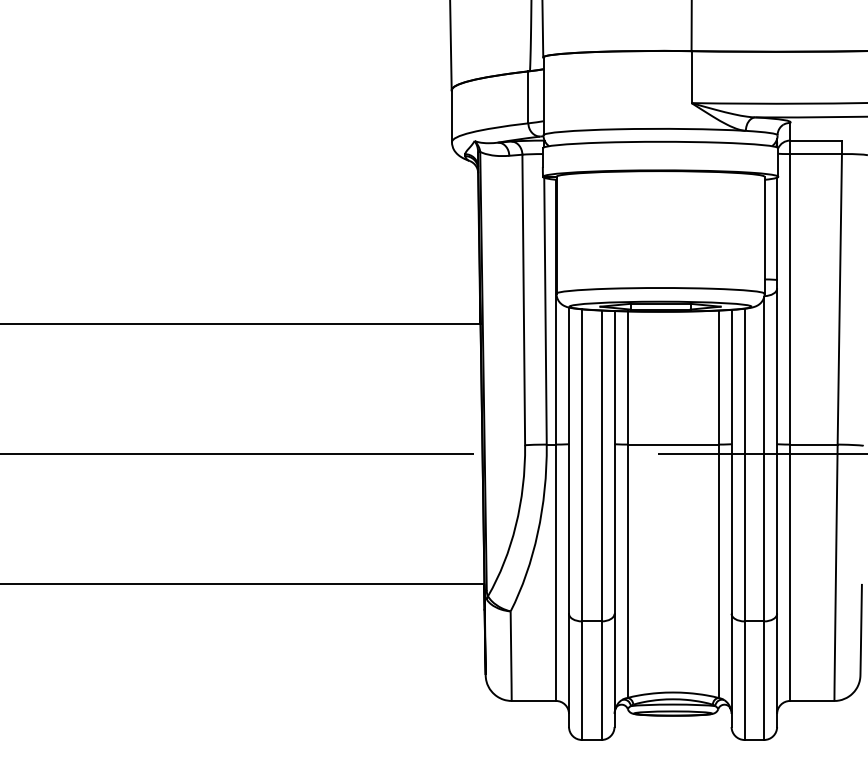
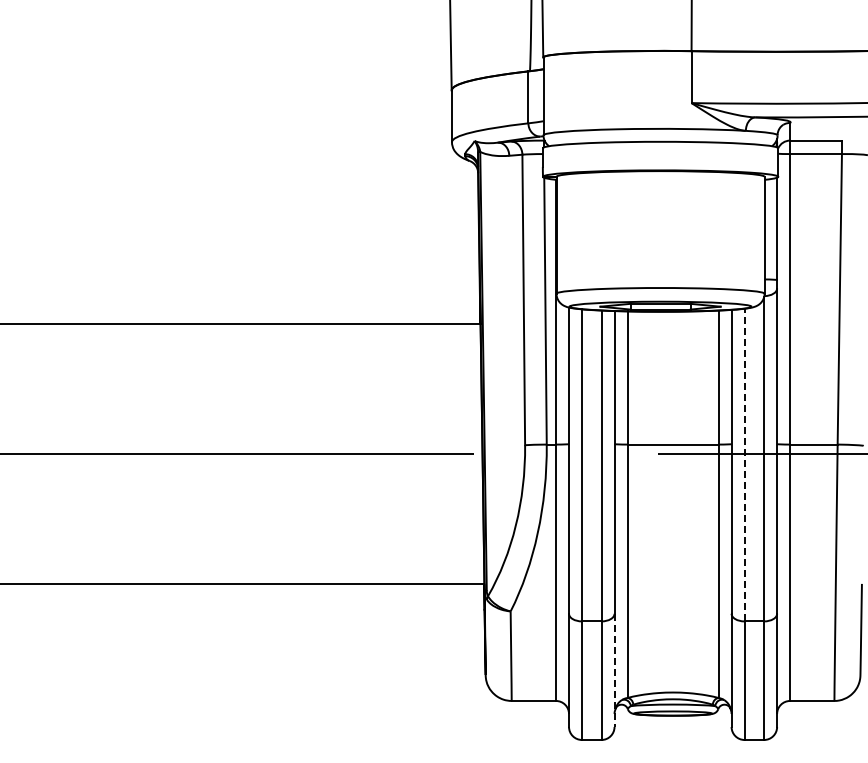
line at (744, 464): solid -> dashed
line at (614, 670): solid -> dashed
